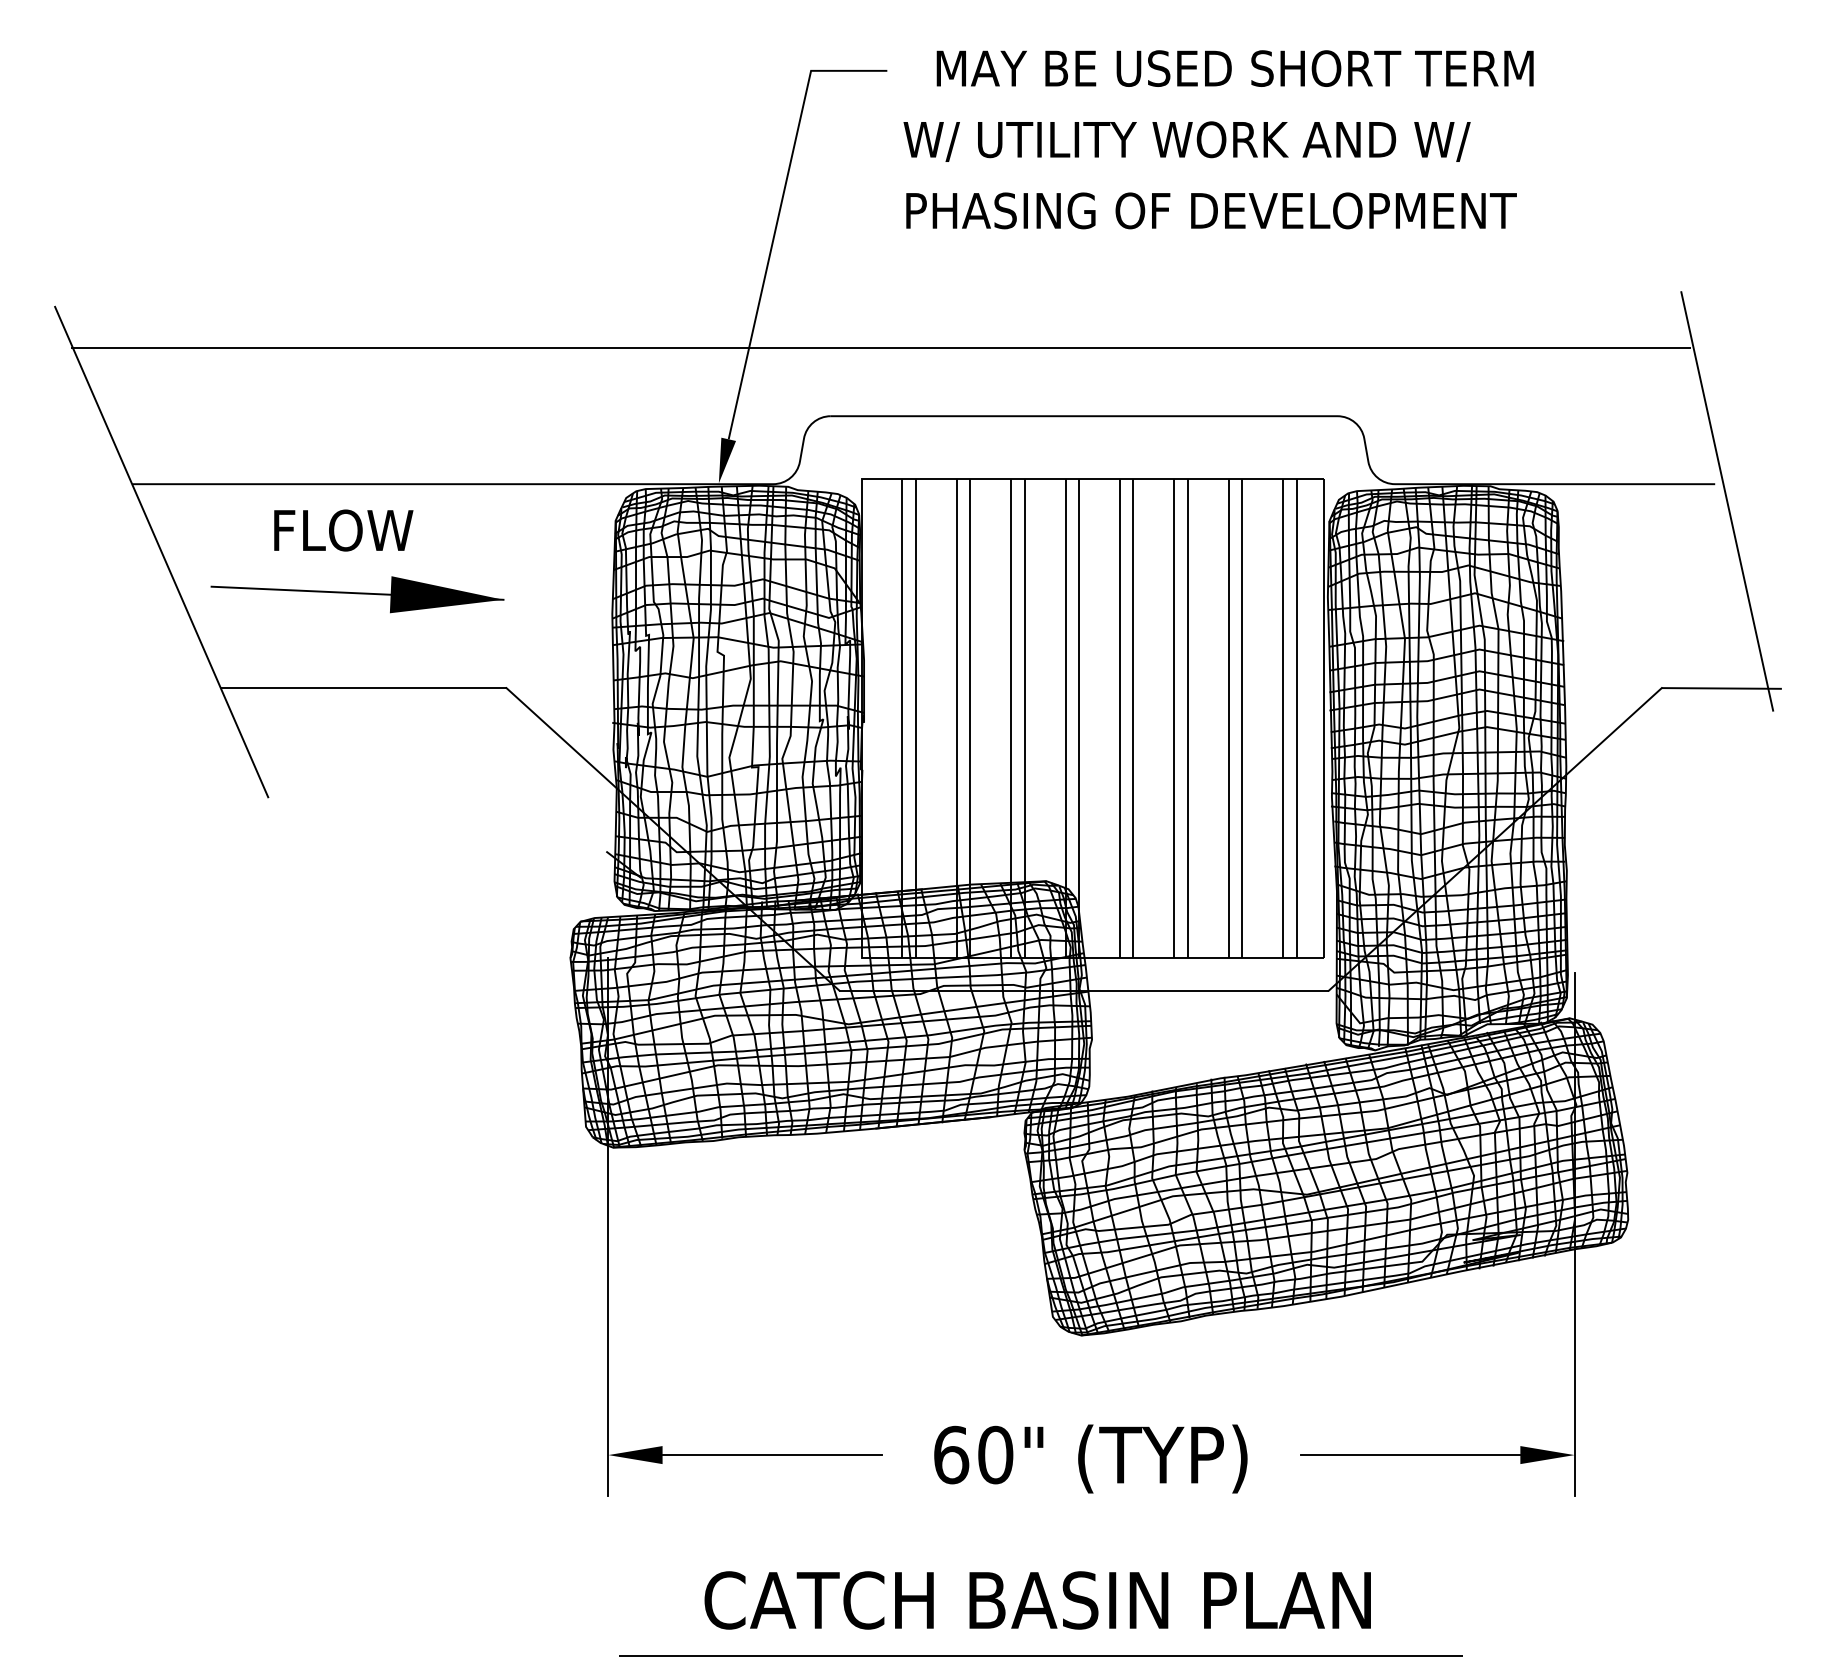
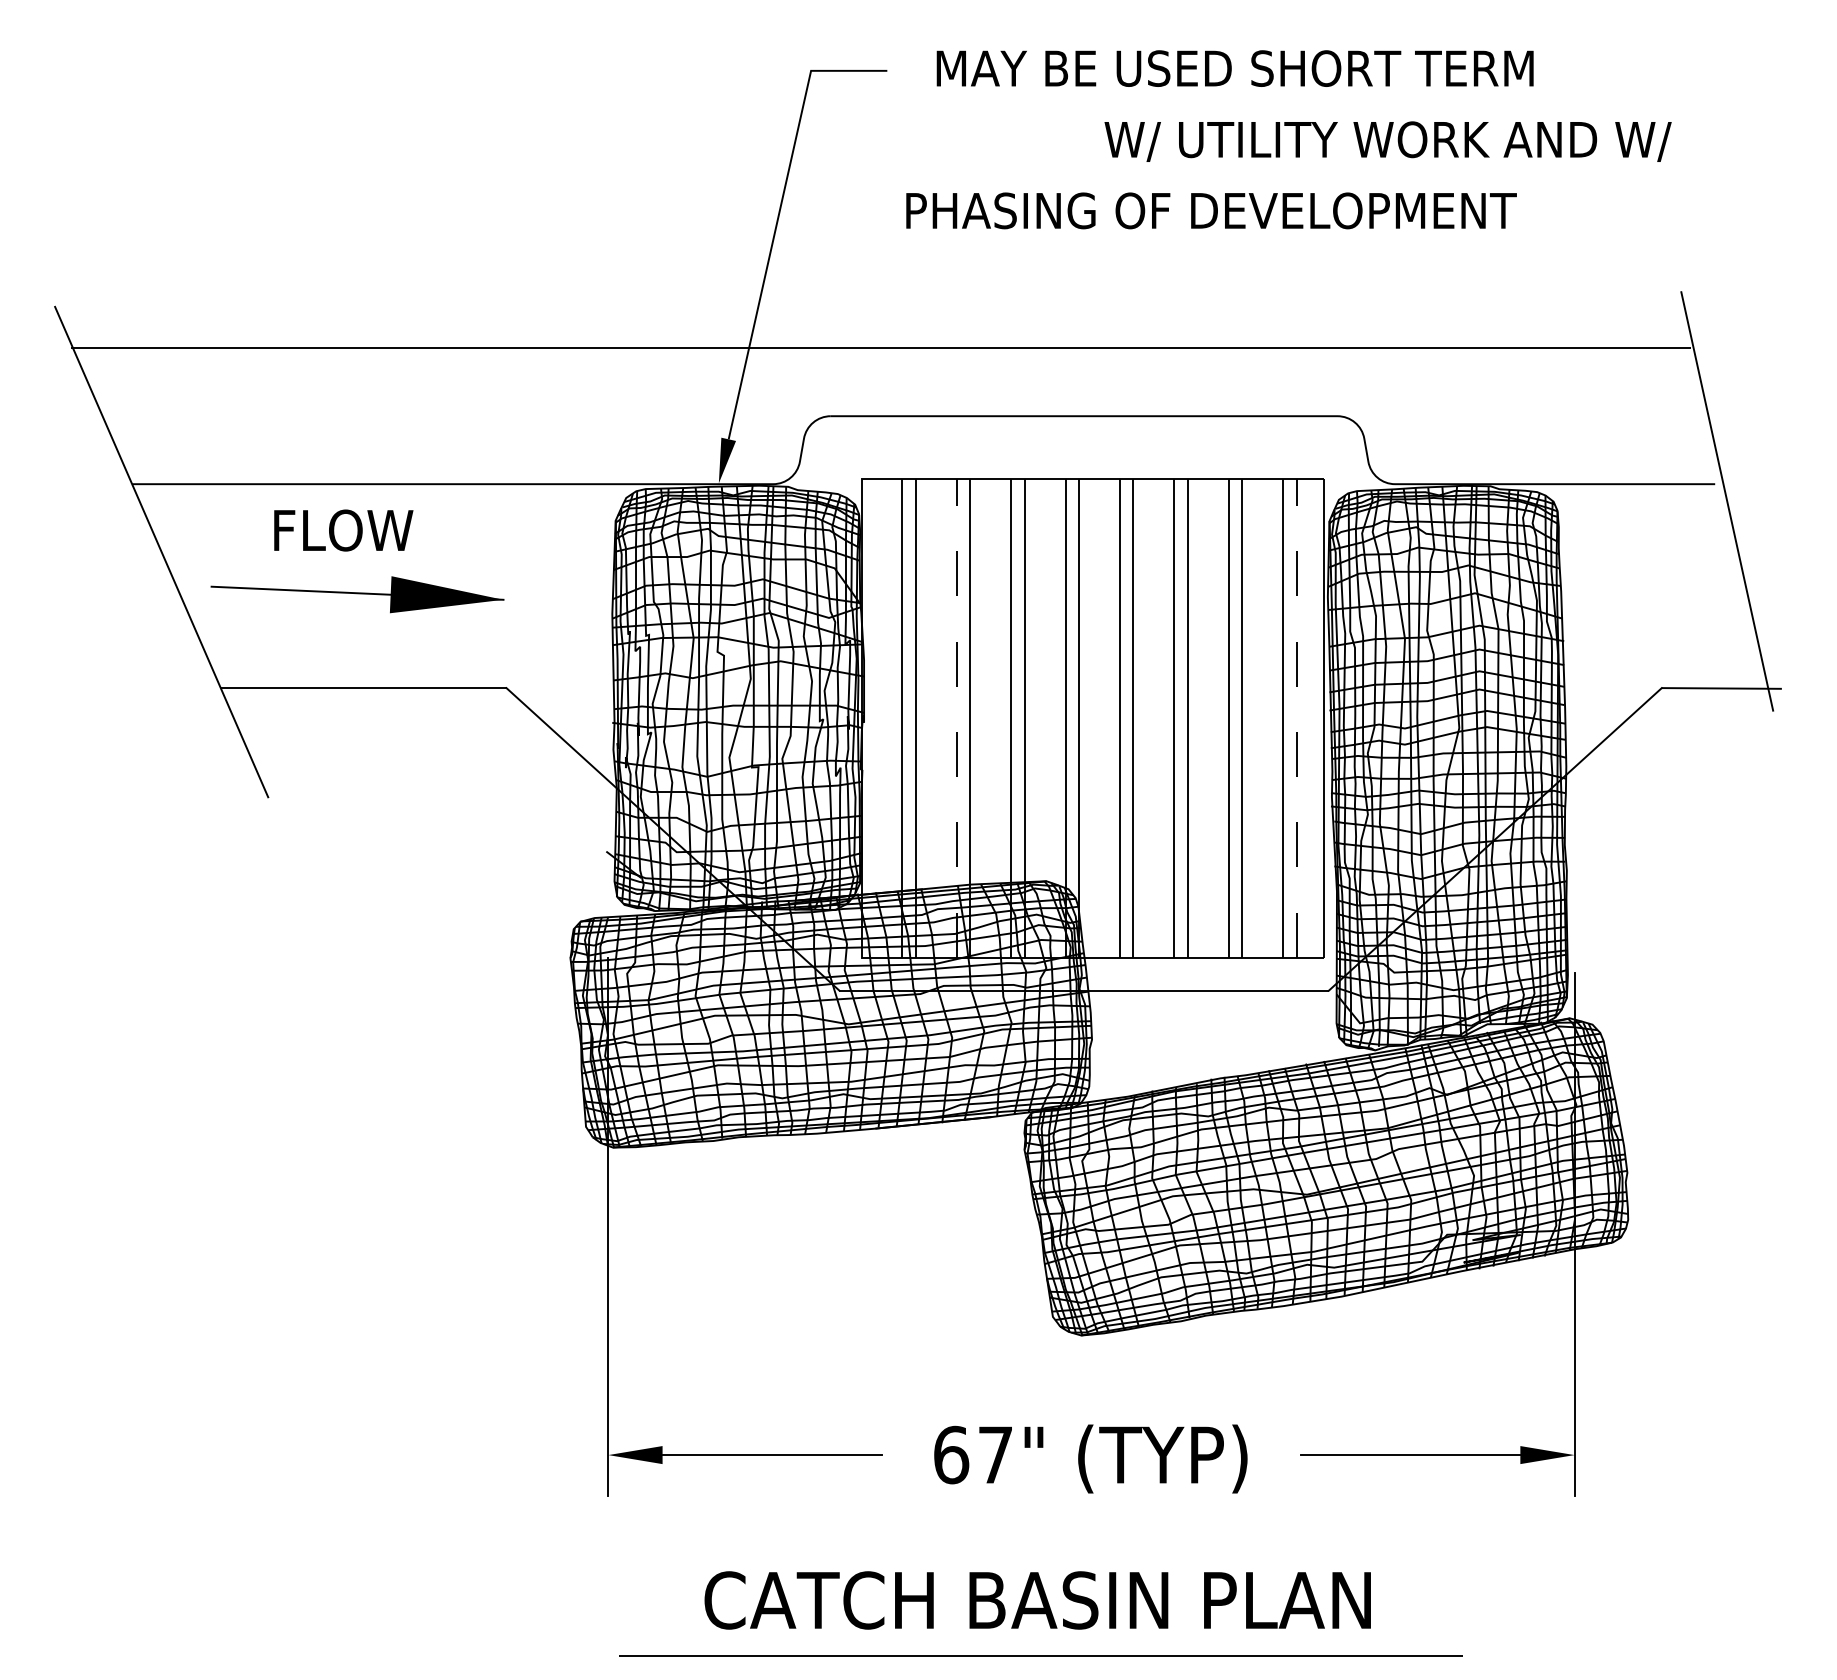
text at (1186, 141) position: (1186, 141) -> (1387, 141)
line at (956, 718): solid -> dashed
line at (1296, 718): solid -> dashed
text at (995, 1454): 60" -> 67"
